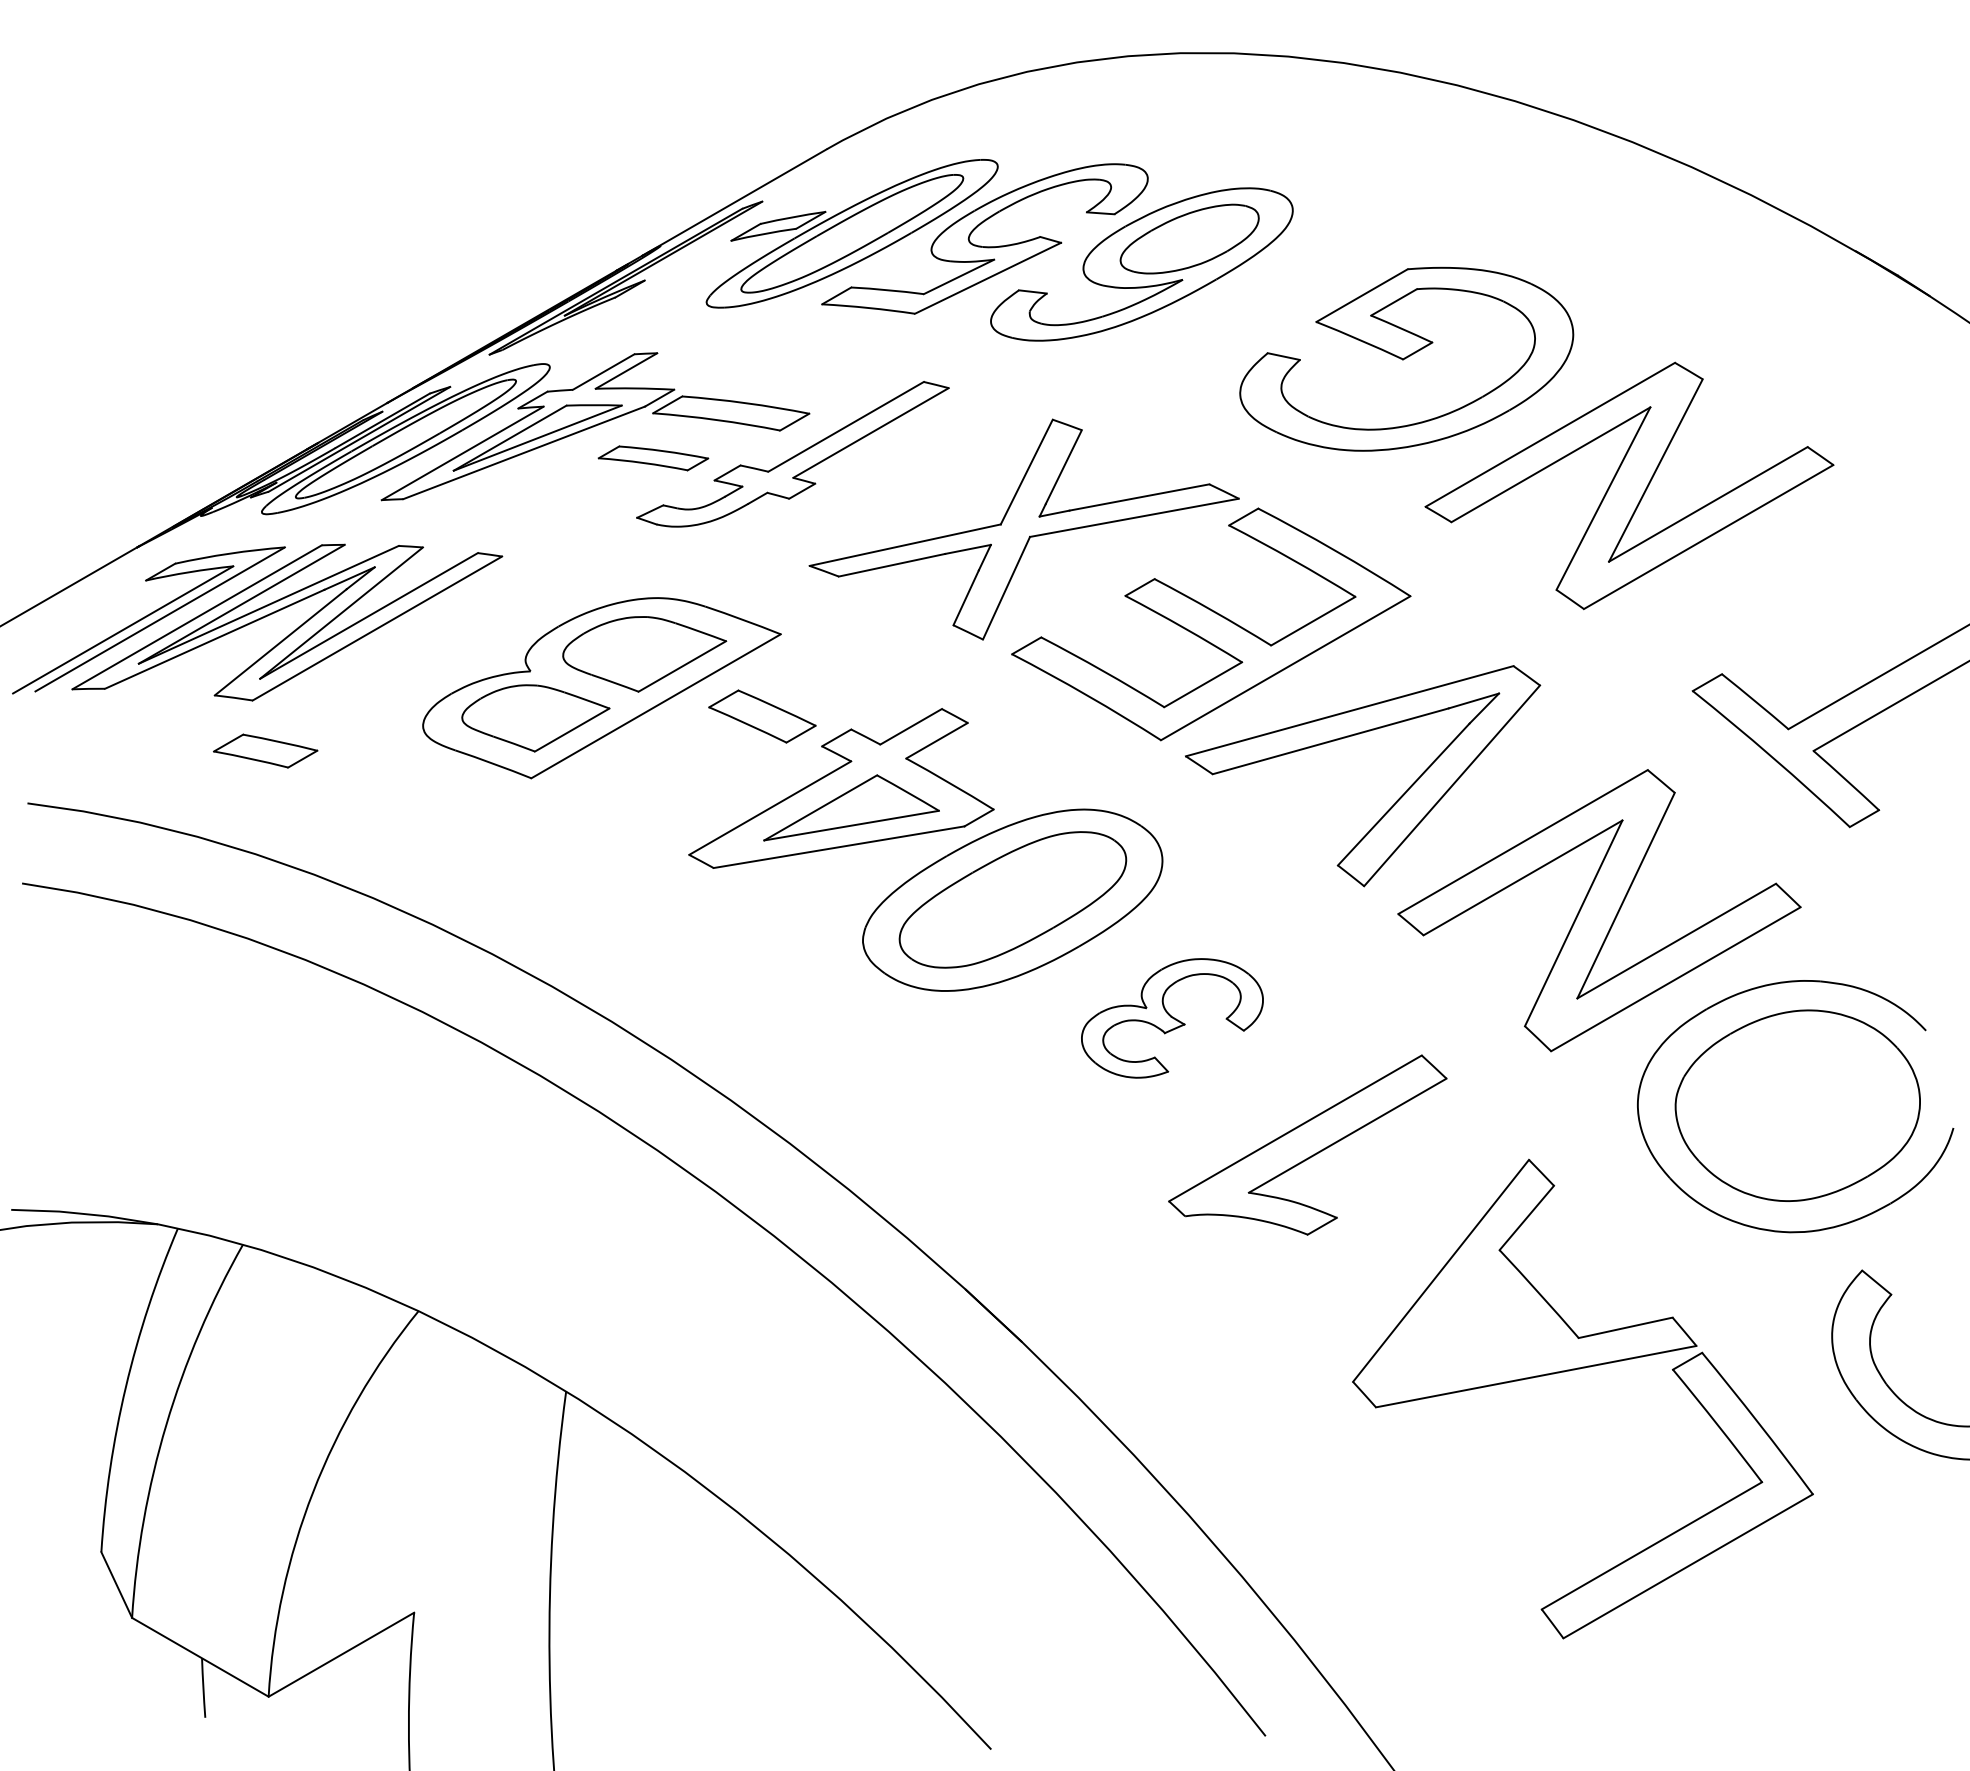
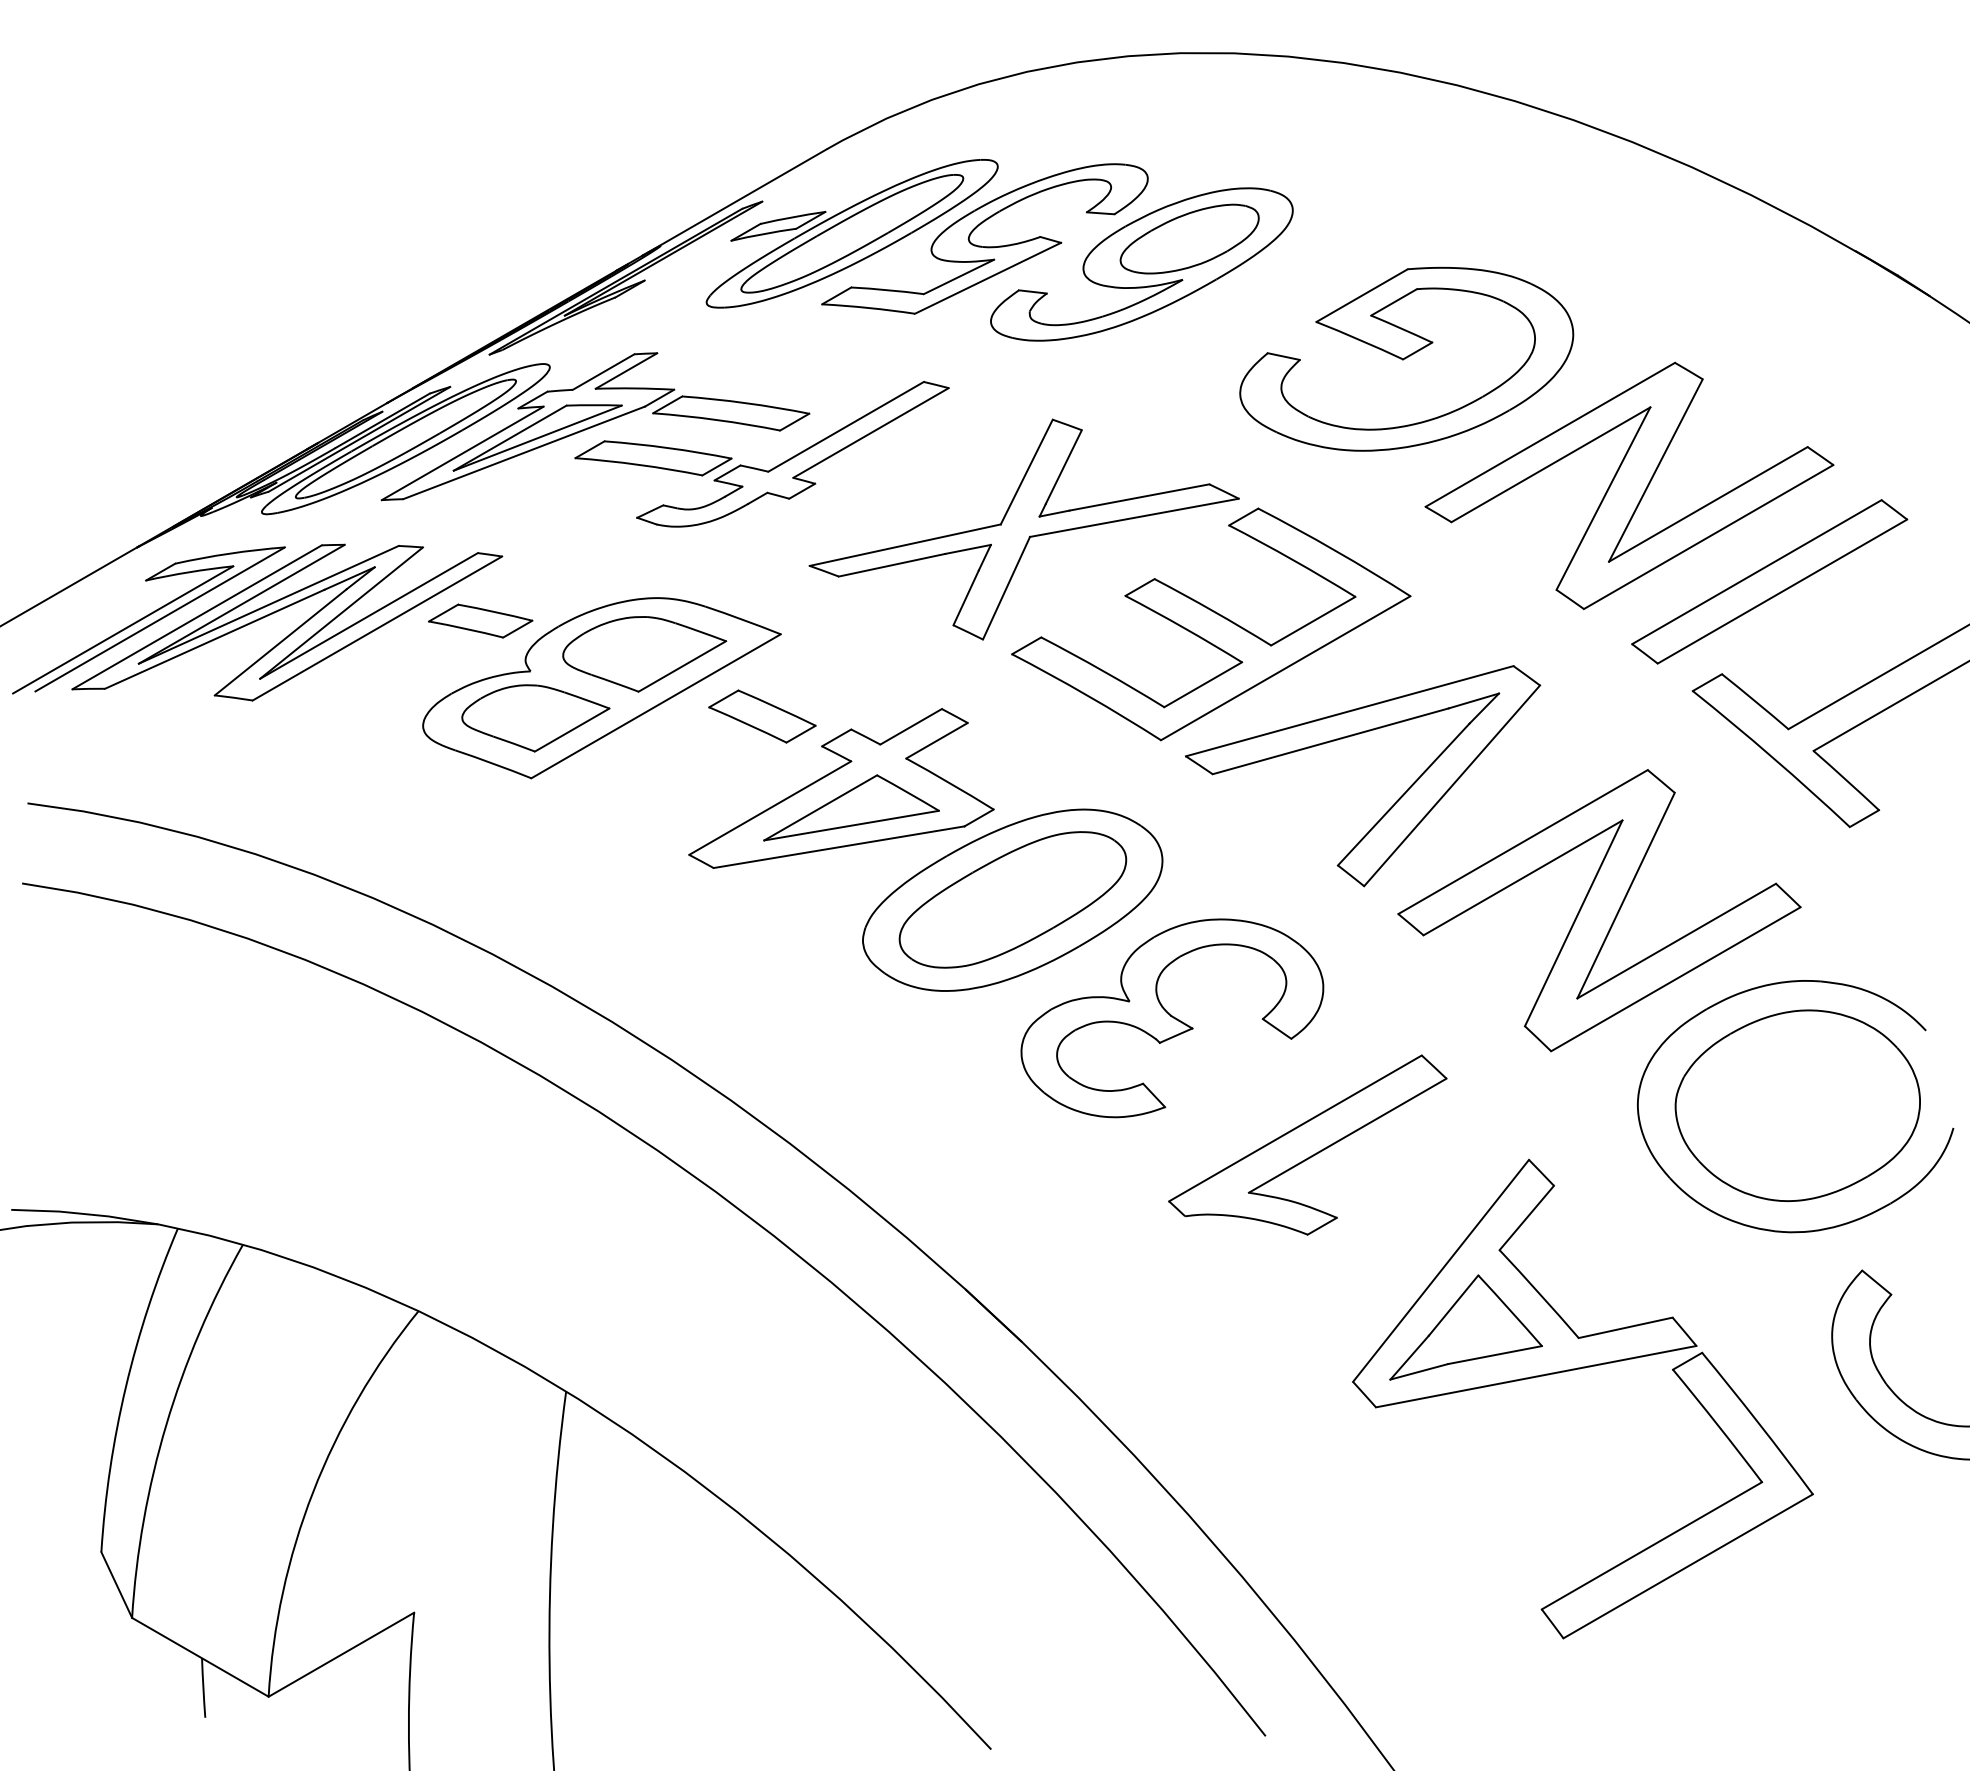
part at (653, 458) size: 113x27 px -> 159x37 px
part at (1769, 581): none -> present
part at (265, 750) position: (265, 750) -> (480, 620)
part at (1172, 1018) size: 183x121 px -> 305x201 px
part at (1465, 1327): none -> present
